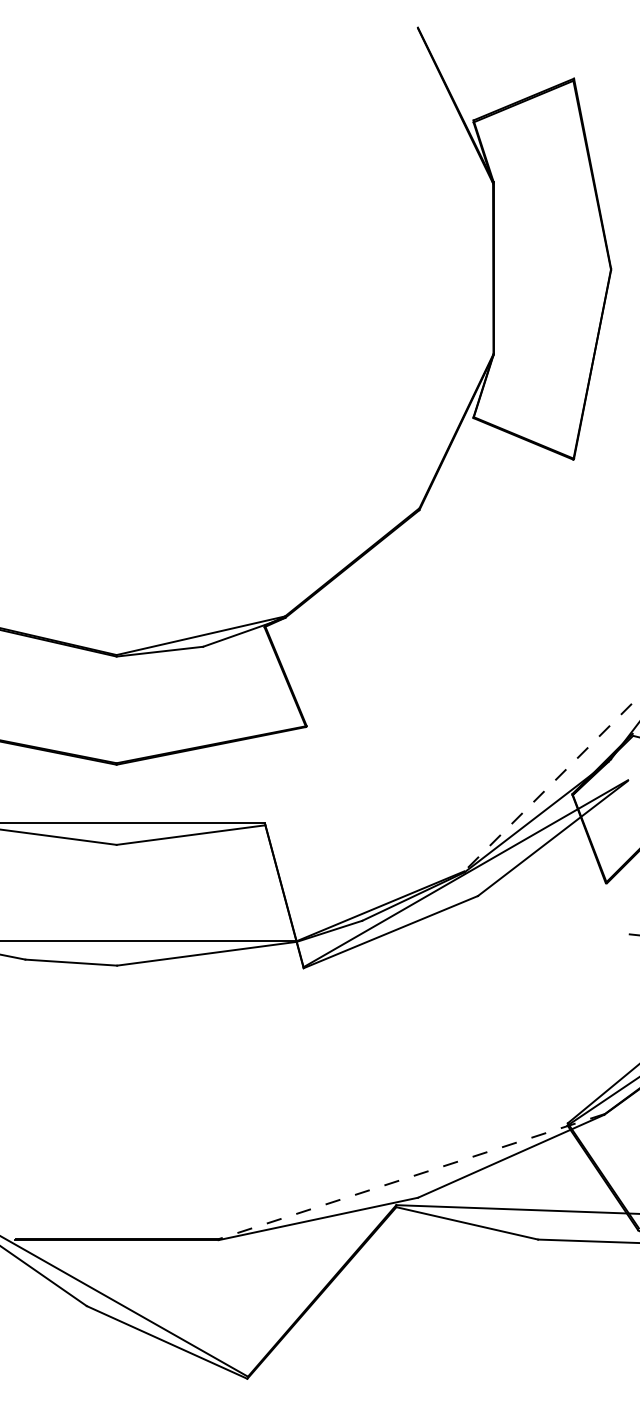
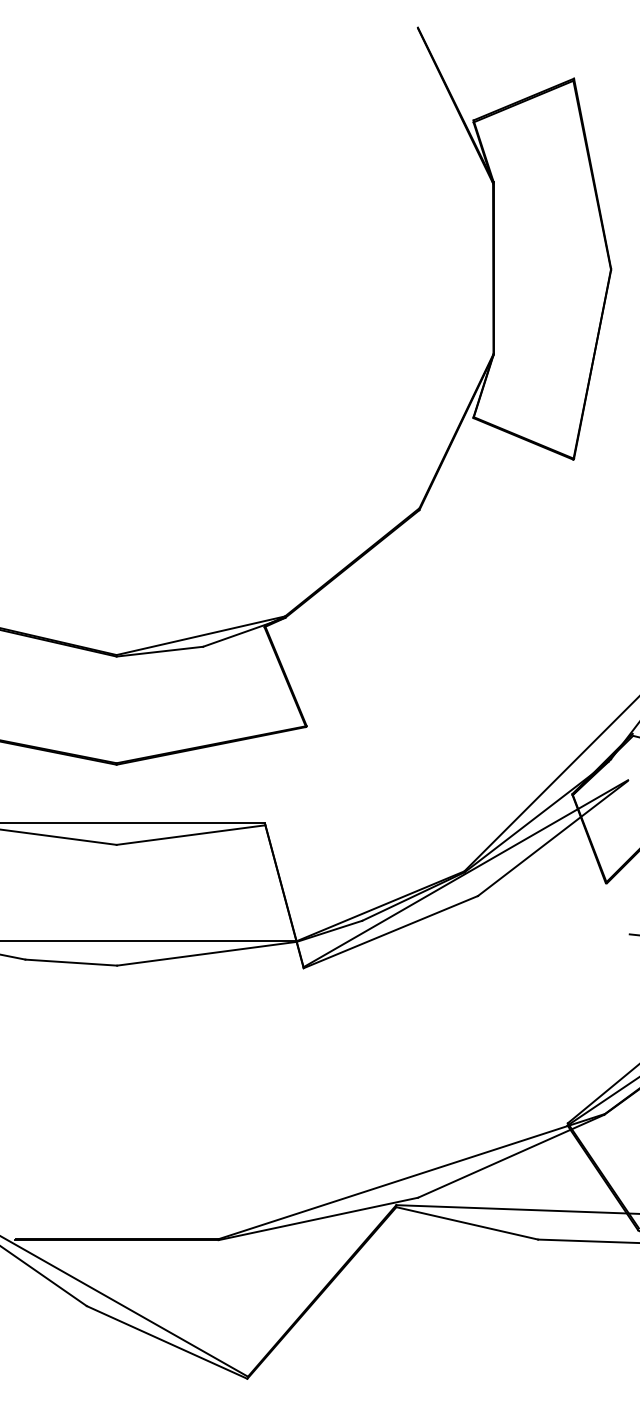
line at (551, 783): dashed -> solid
line at (411, 1176): dashed -> solid
